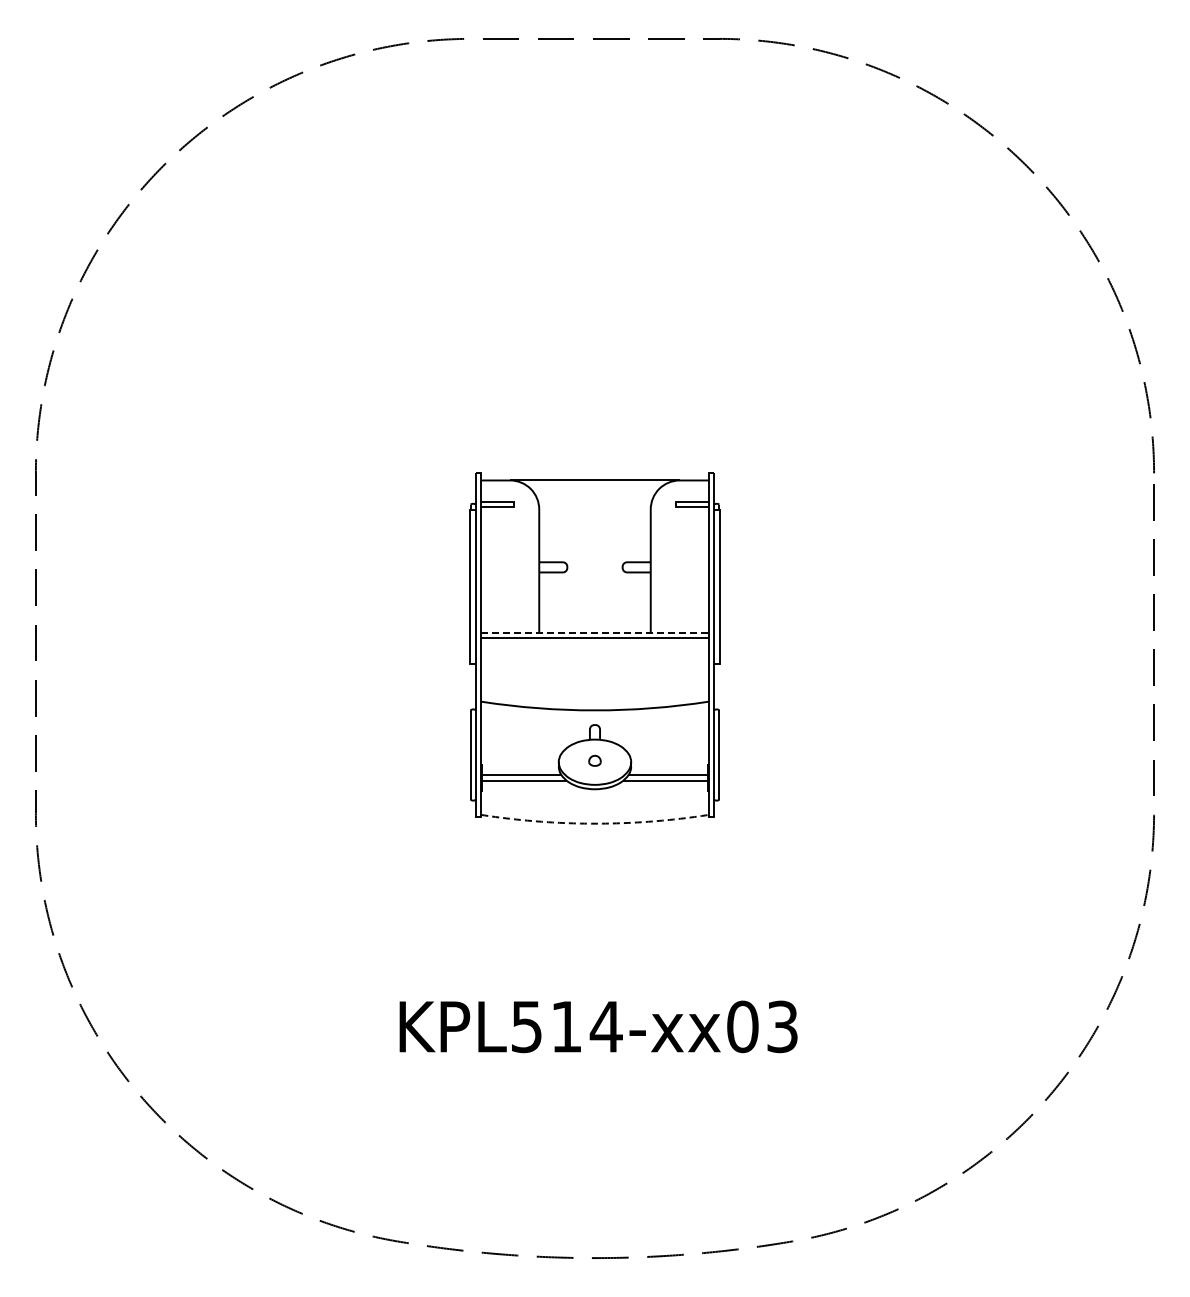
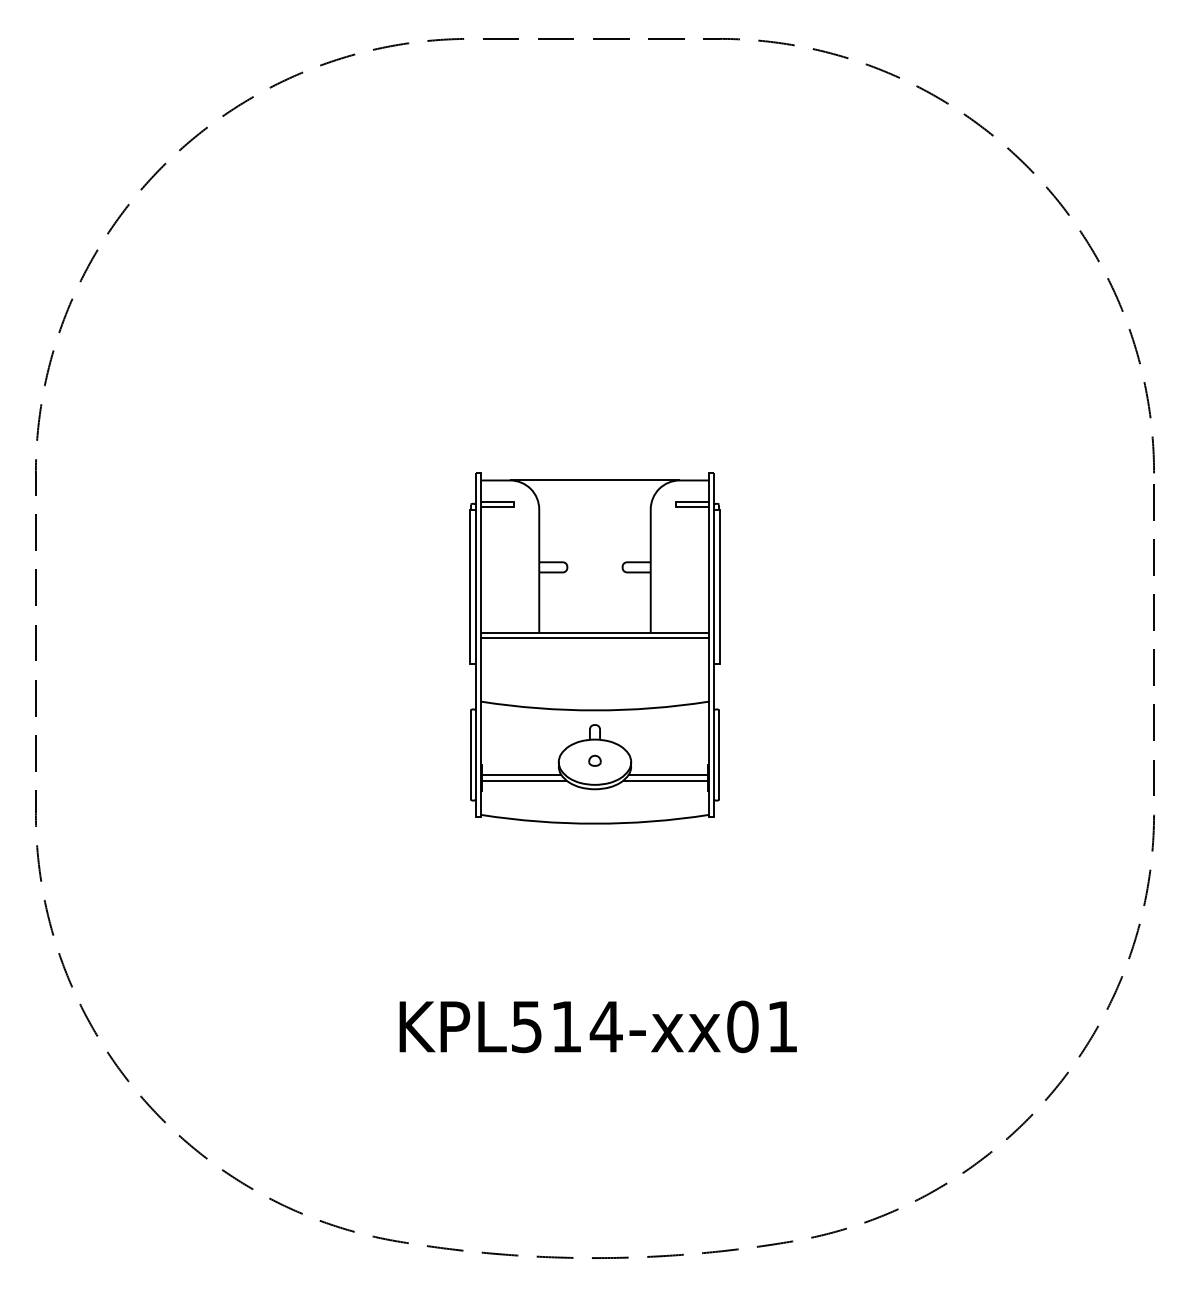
line at (595, 632): dashed -> solid
arc at (595, 823): dashed -> solid
text at (782, 1026): KPL514-xx03 -> KPL514-xx01
